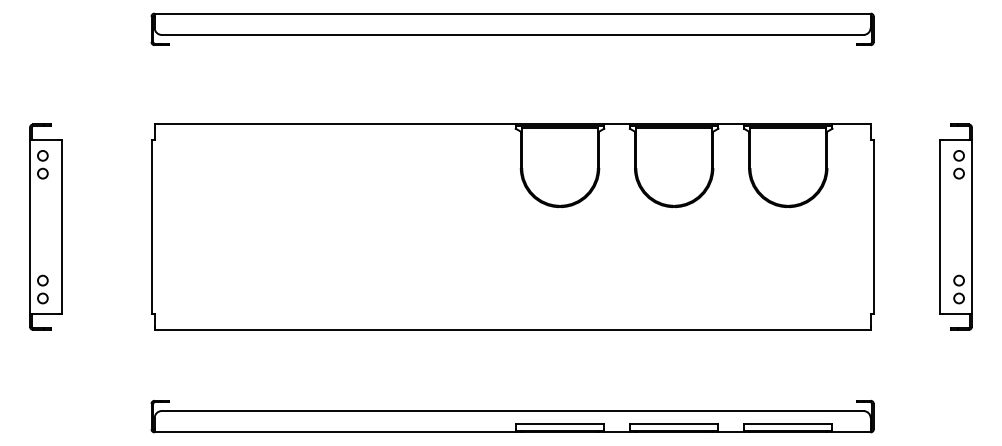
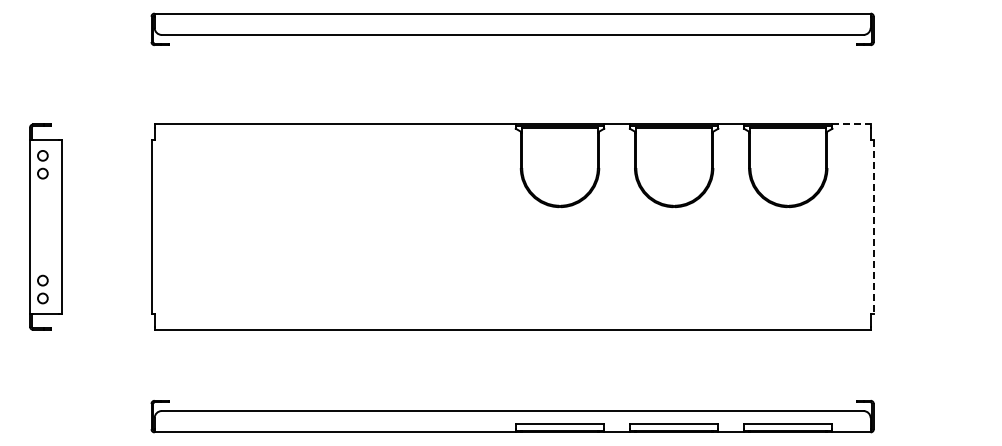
line at (852, 124): solid -> dashed
part at (955, 226): present -> none
line at (873, 227): solid -> dashed
